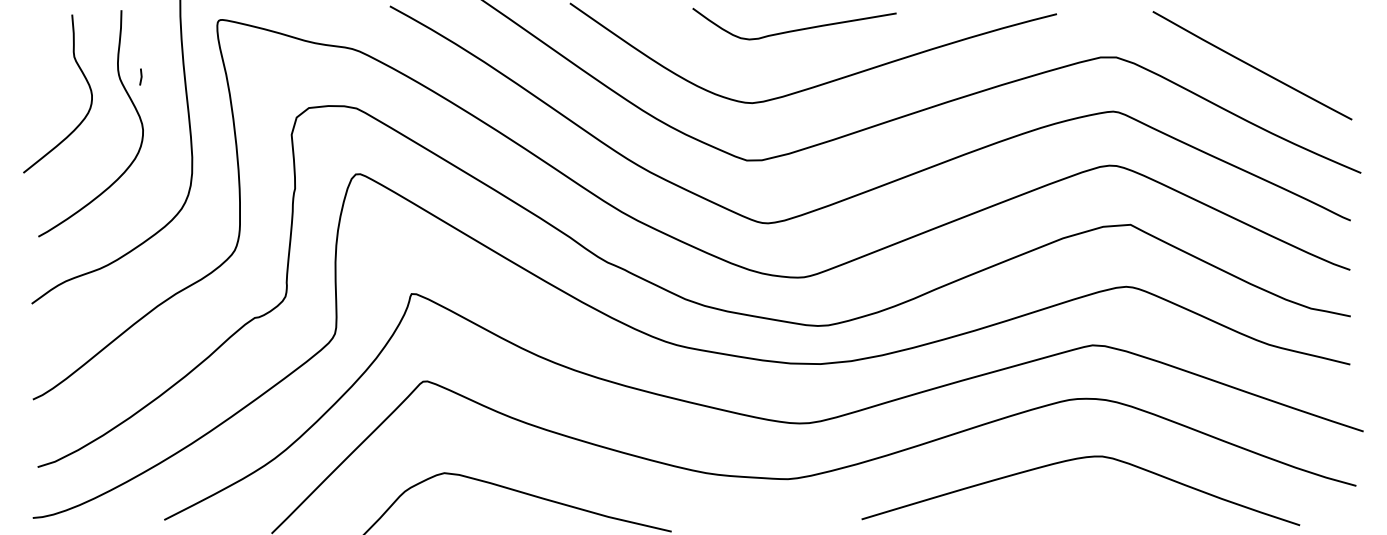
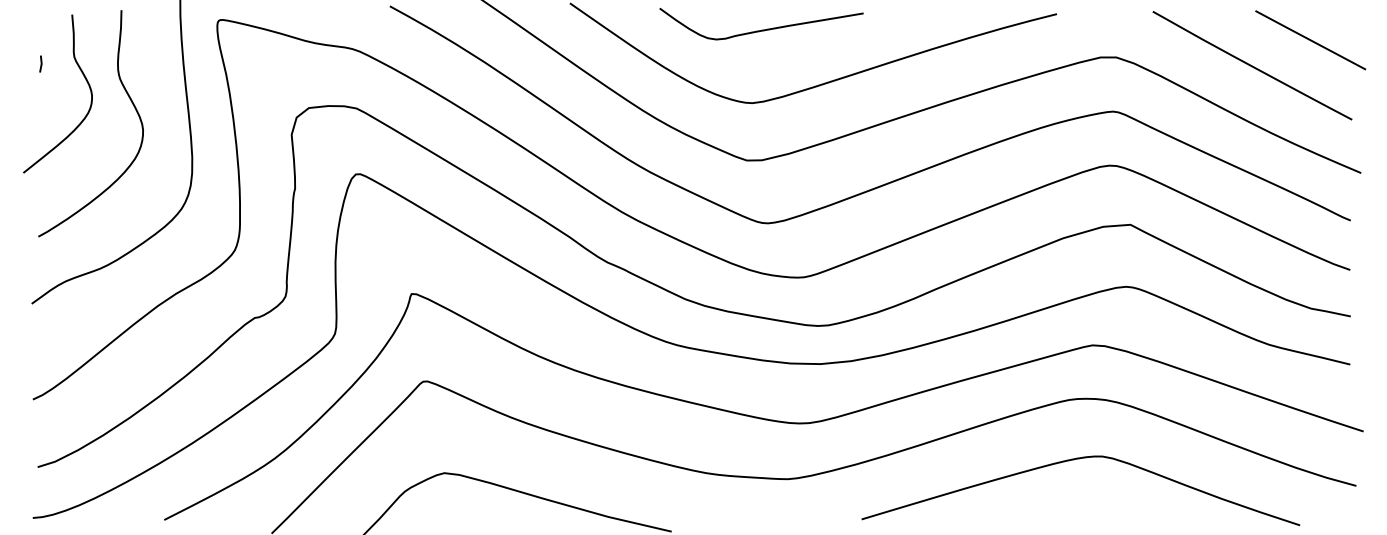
curve at (794, 29) position: (794, 29) -> (761, 29)
line at (1310, 40): none -> present
line at (140, 76) position: (140, 76) -> (40, 63)
